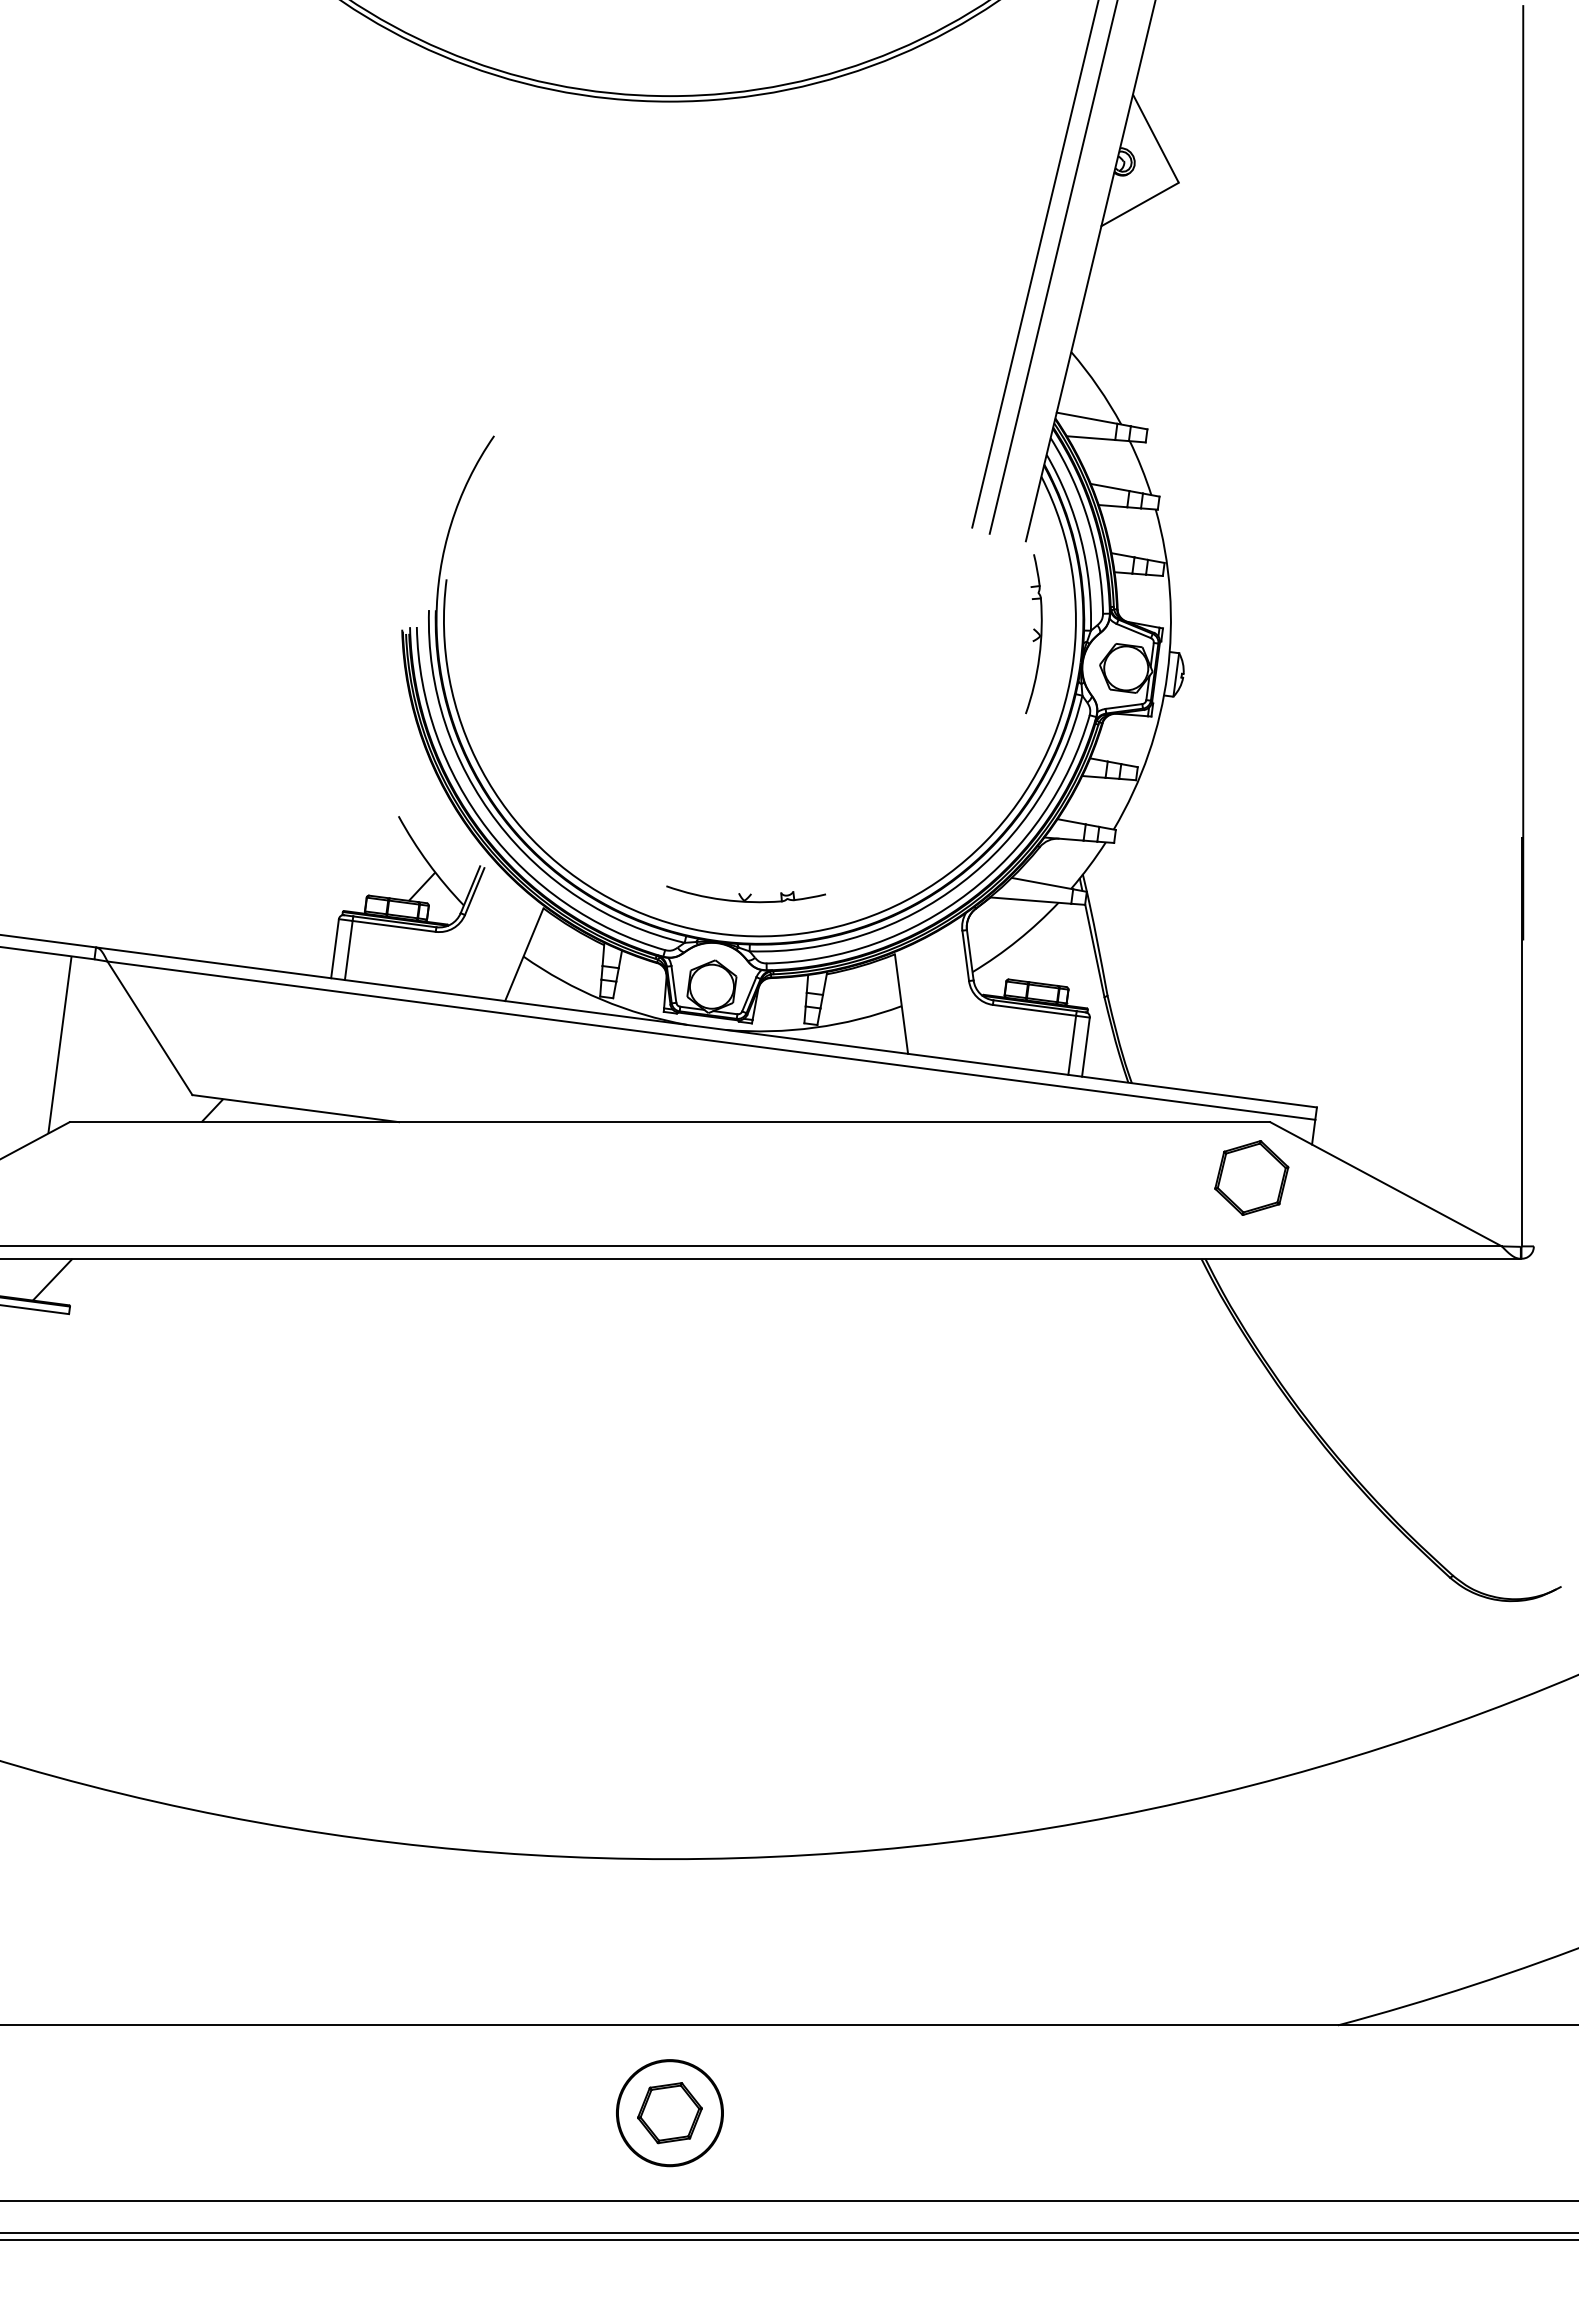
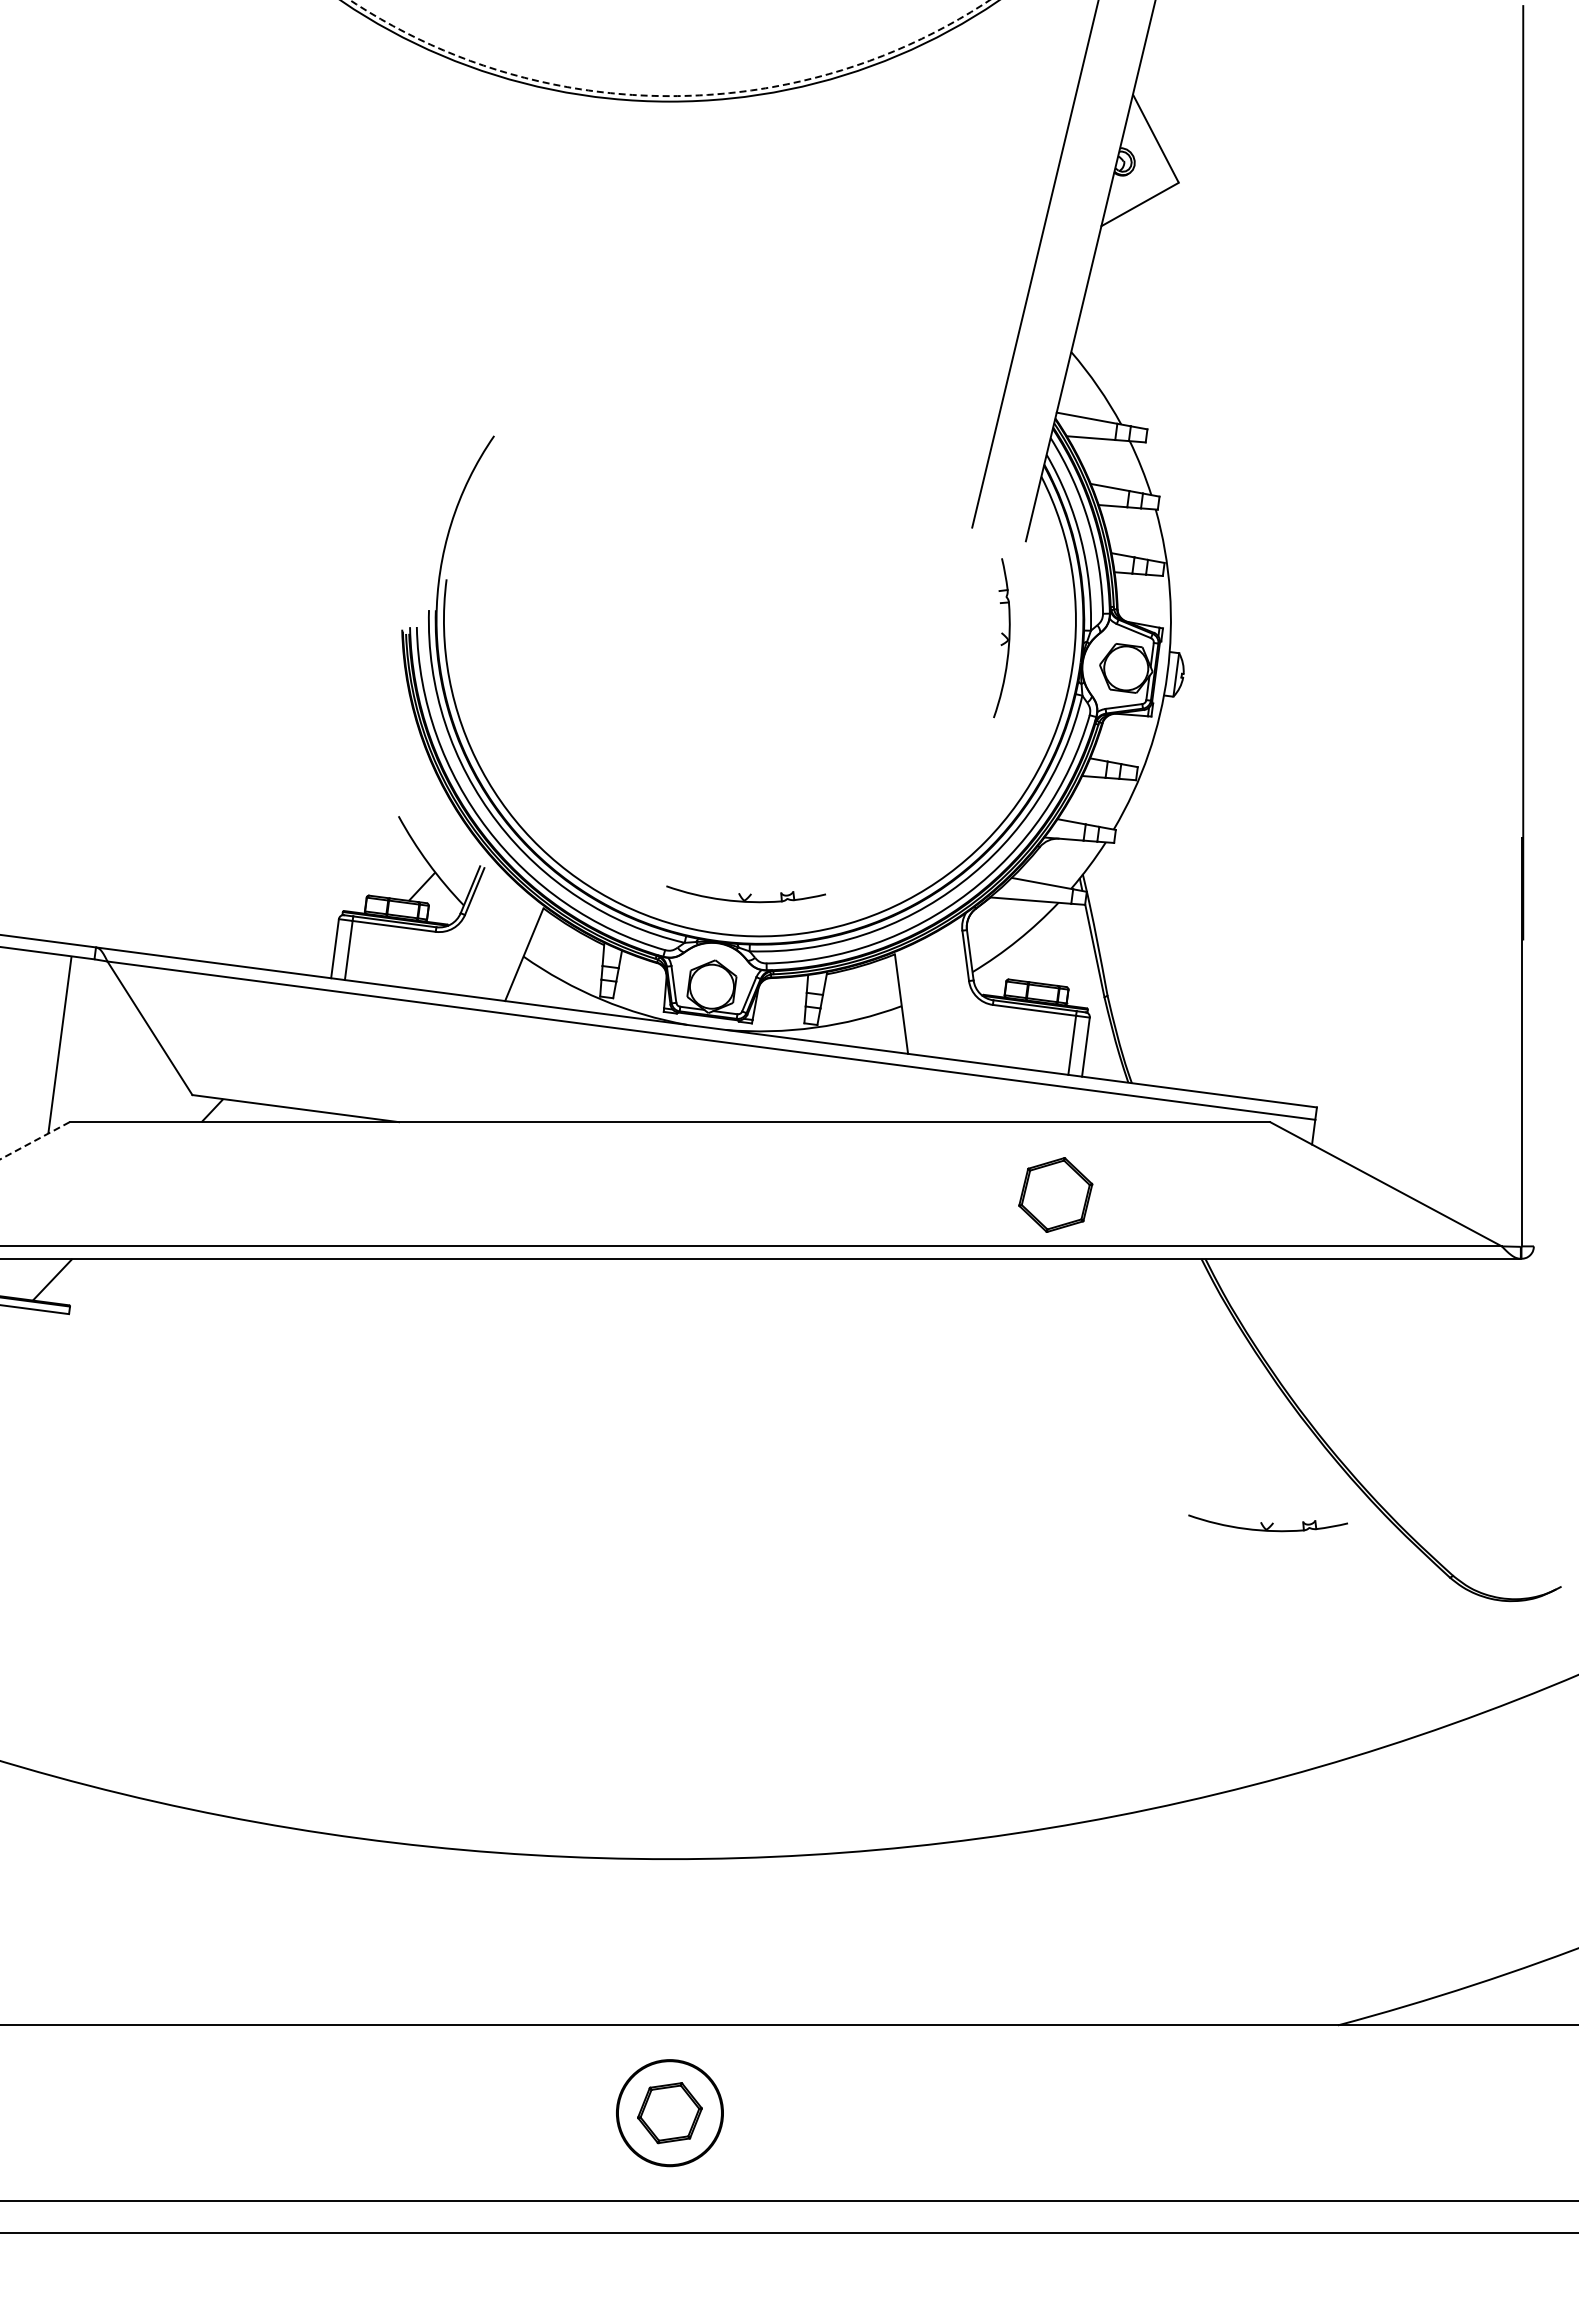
circle at (669, 48): solid -> dashed
line at (1052, 267): present -> none
part at (1033, 634) position: (1033, 634) -> (1001, 638)
line at (34, 1141): solid -> dashed
part at (1251, 1177) position: (1251, 1177) -> (1055, 1194)
part at (1267, 1523): none -> present
line at (788, 2239): present -> none
